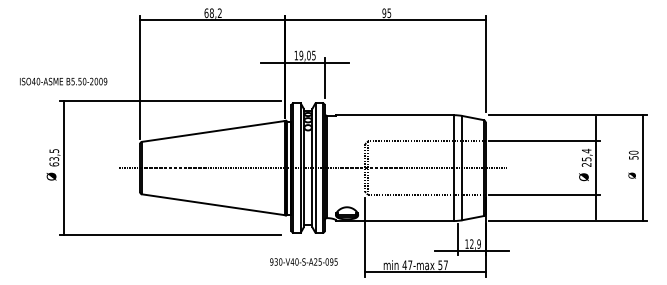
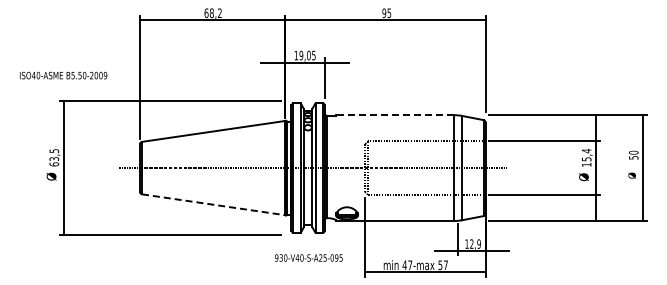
text at (63, 81) position: (63, 81) -> (63, 75)
line at (394, 115): solid -> dashed
text at (586, 164): 25,4 -> 15,4
line at (213, 204): solid -> dashed
text at (303, 261) position: (303, 261) -> (308, 257)
